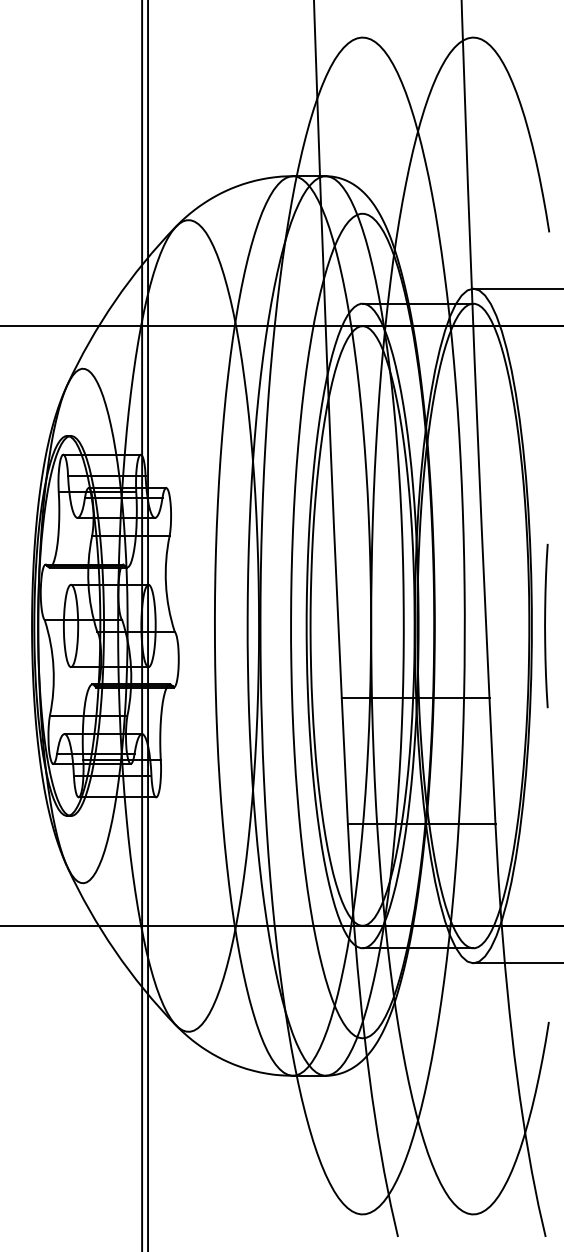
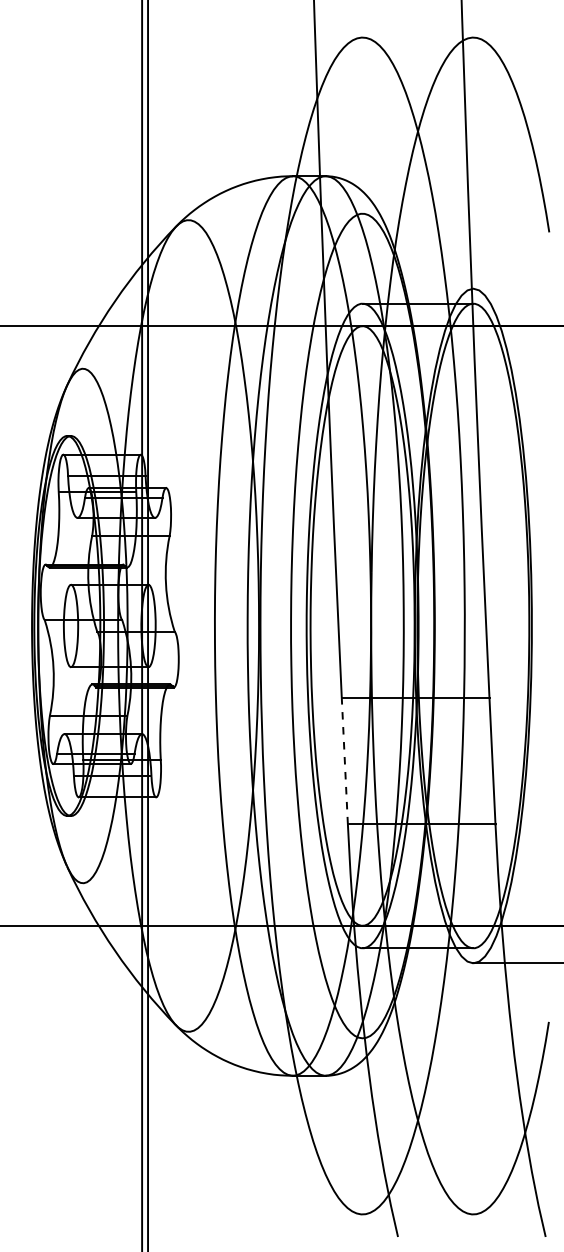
line at (516, 288): present -> none
curve at (545, 625): present -> none
line at (344, 760): solid -> dashed
